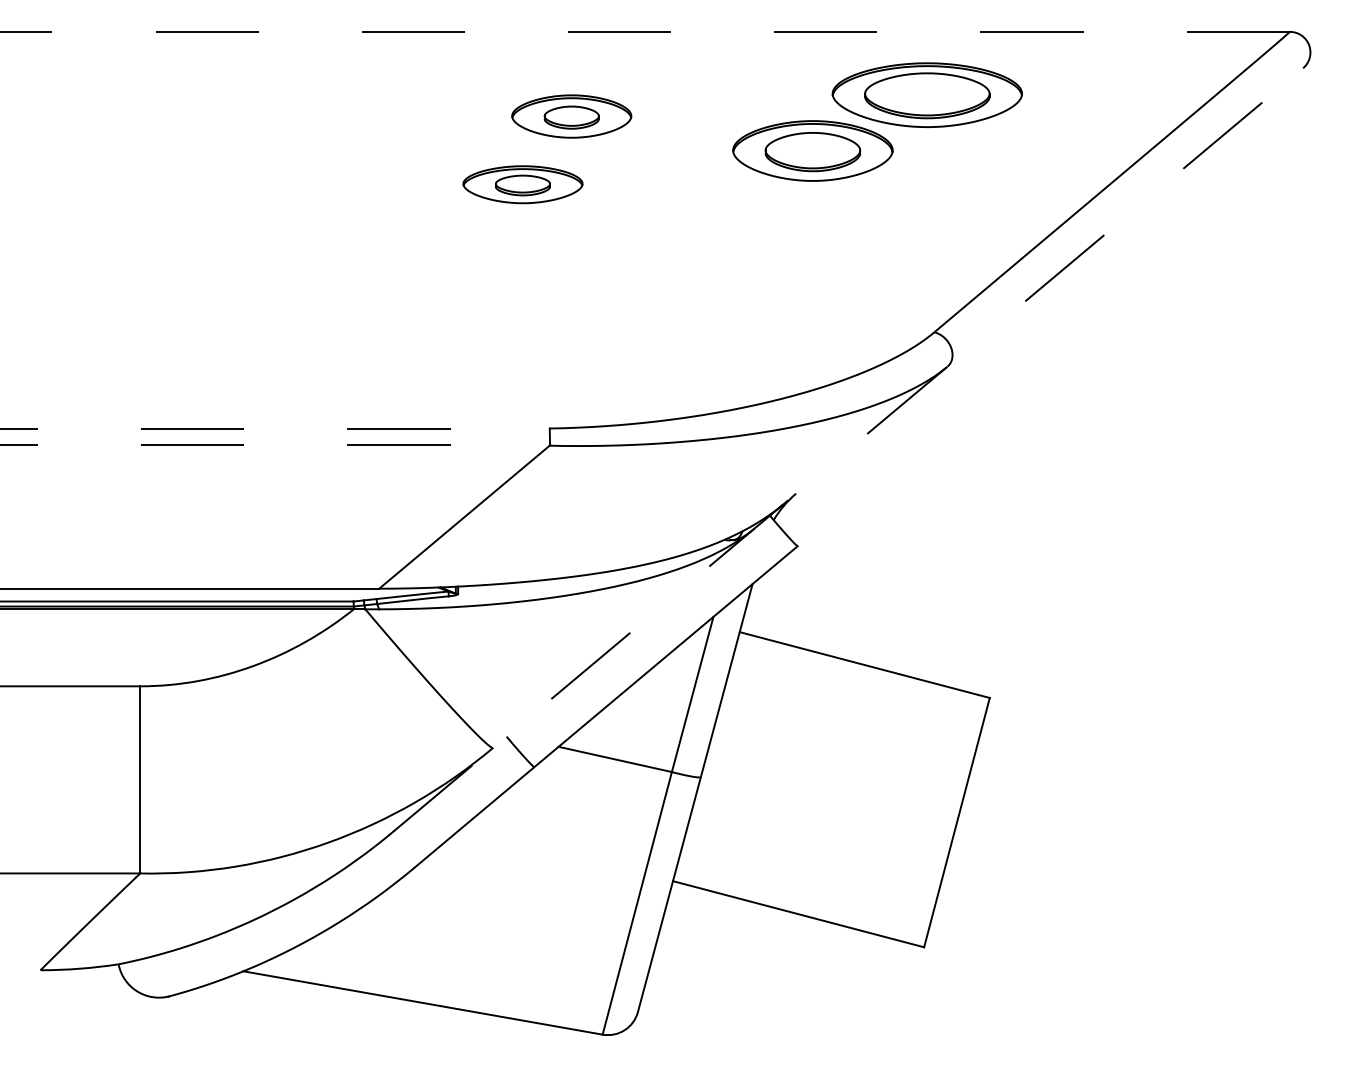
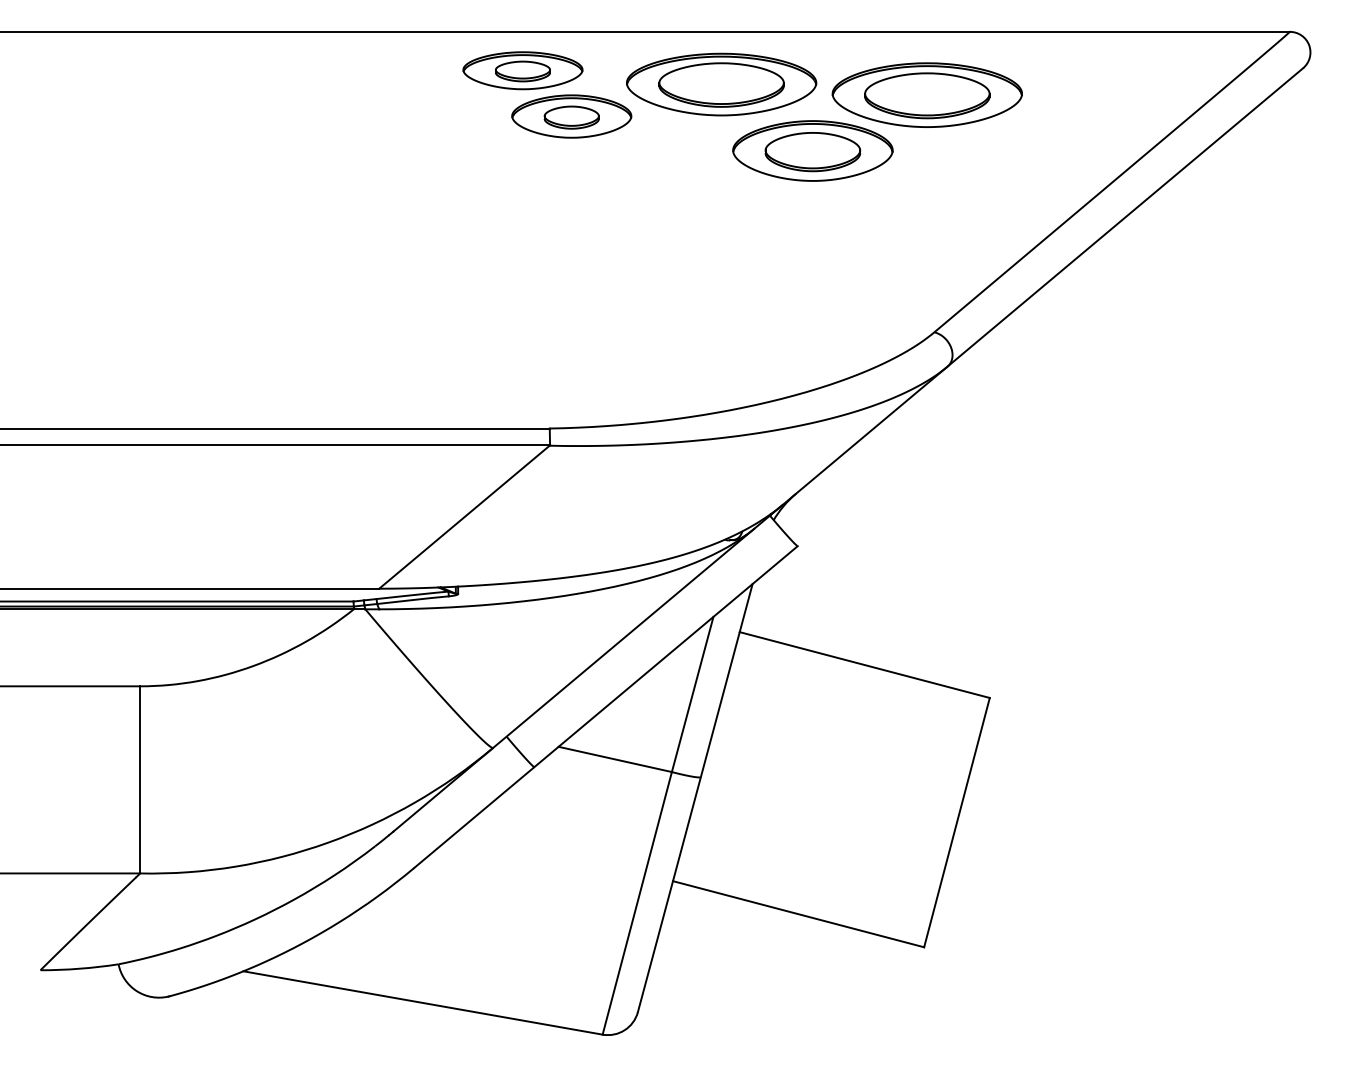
line at (644, 31): dashed -> solid
part at (721, 84): none -> present
part at (522, 184) position: (522, 184) -> (522, 70)
line at (275, 428): dashed -> solid
line at (275, 445): dashed -> solid
line at (848, 449): dashed -> solid
